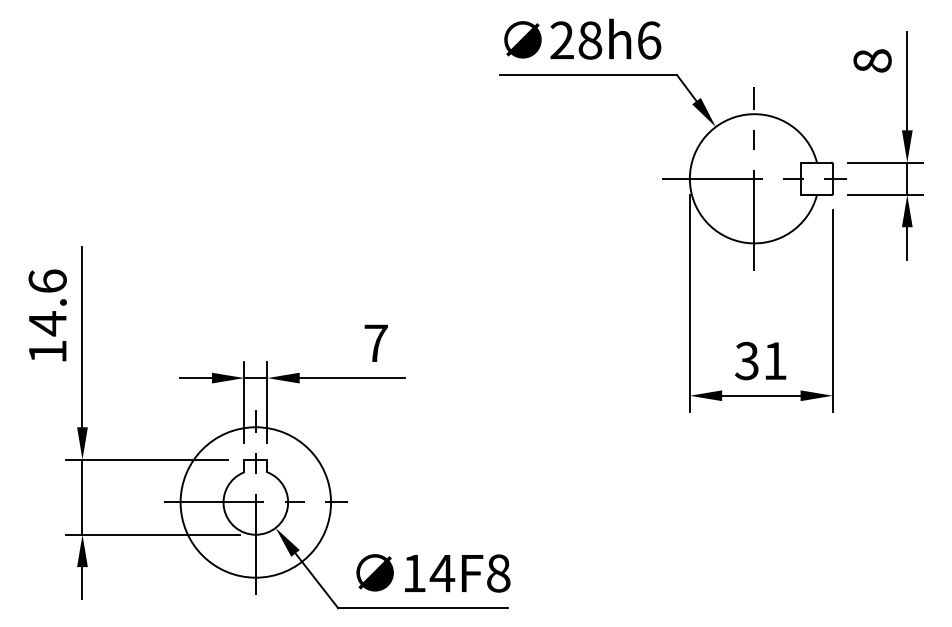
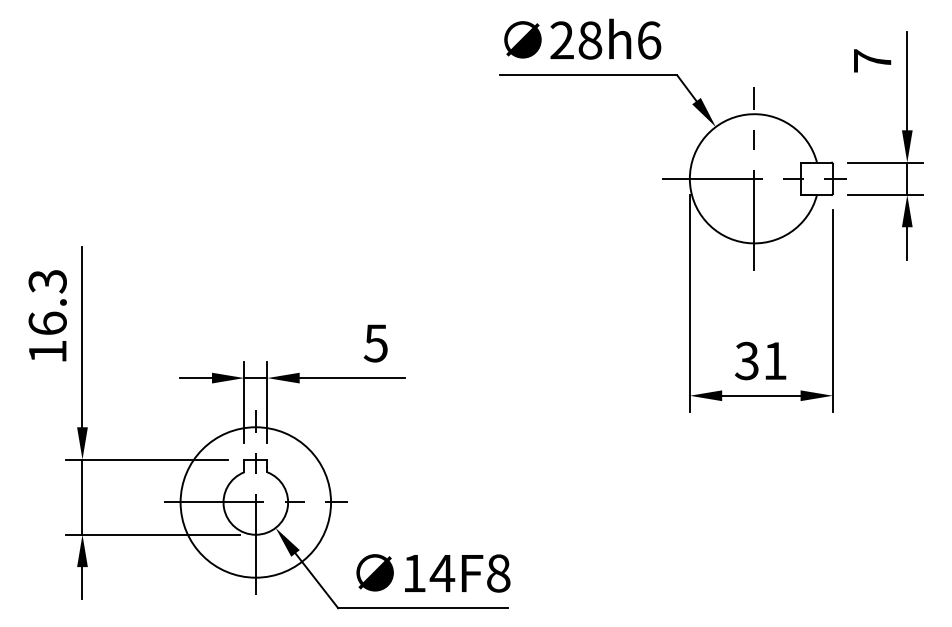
text at (872, 60): 8 -> 7
text at (47, 302): 14.6 -> 16.3
text at (375, 343): 7 -> 5
